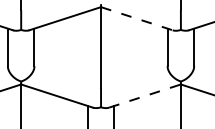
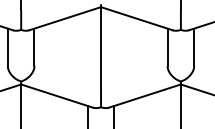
line at (136, 18): dashed -> solid
line at (145, 96): dashed -> solid
